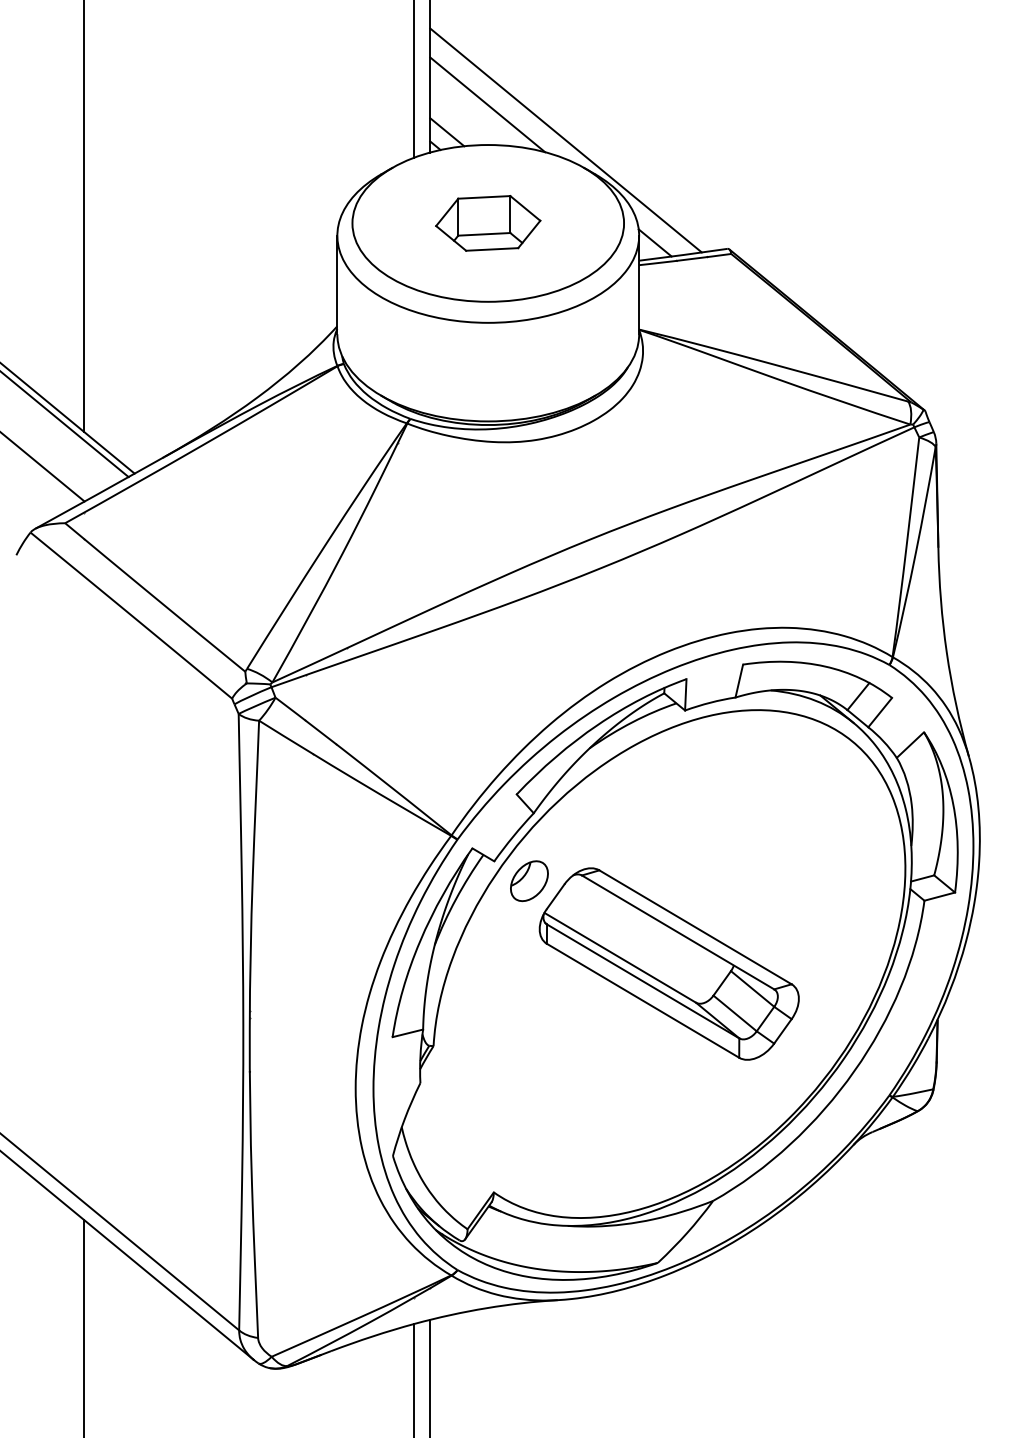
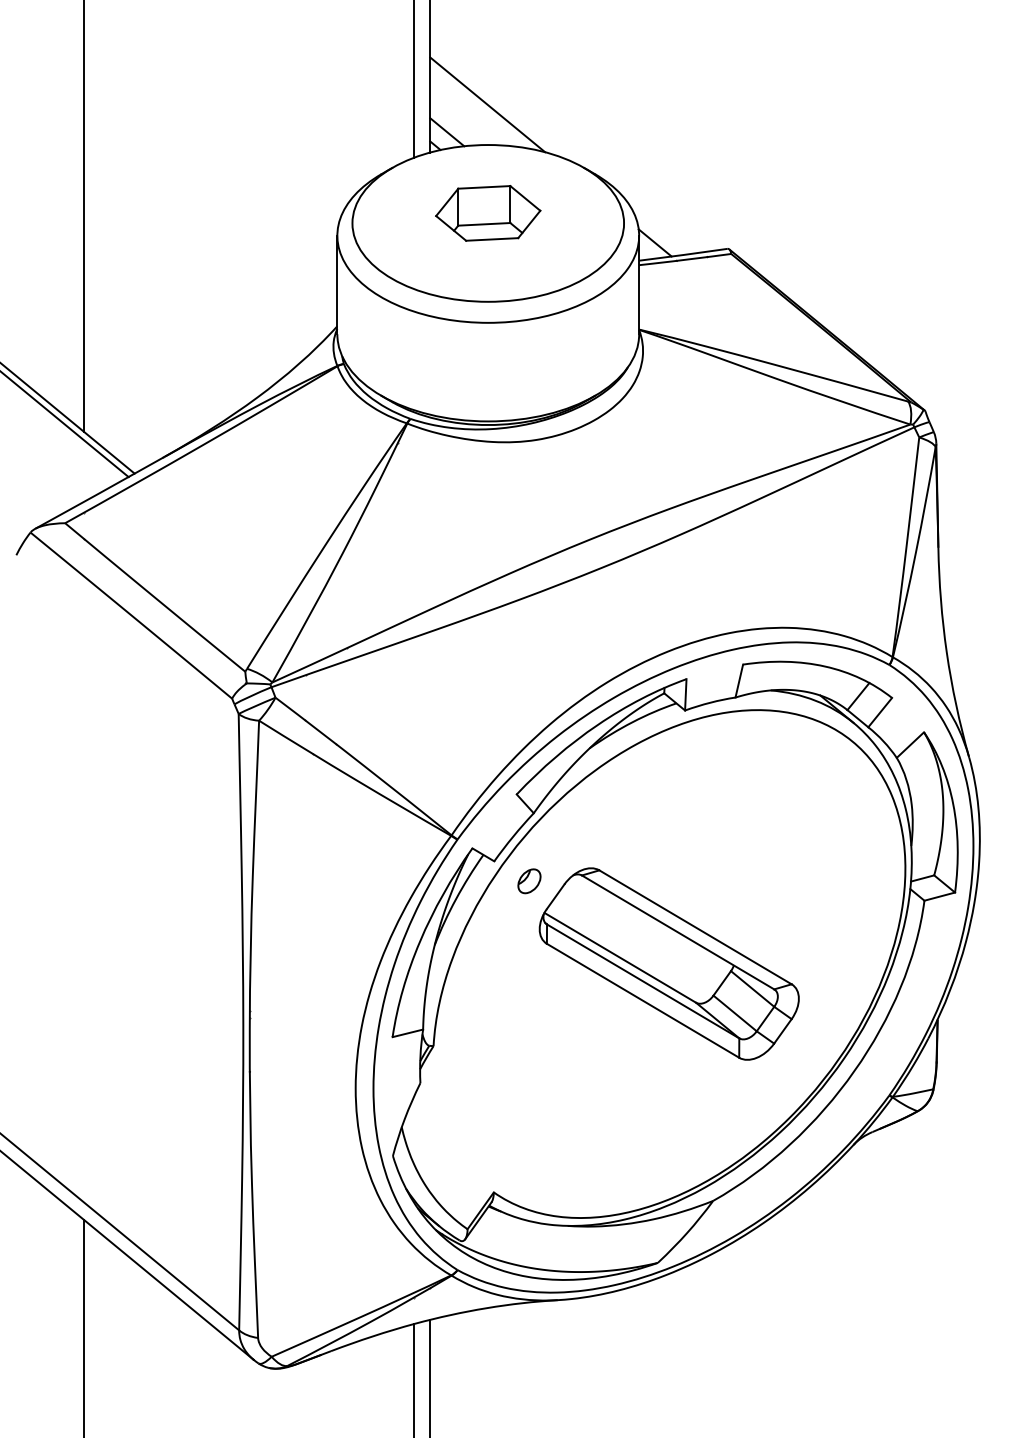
line at (565, 140): present -> none
part at (488, 223) position: (488, 223) -> (488, 213)
line at (43, 467): present -> none
part at (529, 881) size: 39x43 px -> 25x27 px
